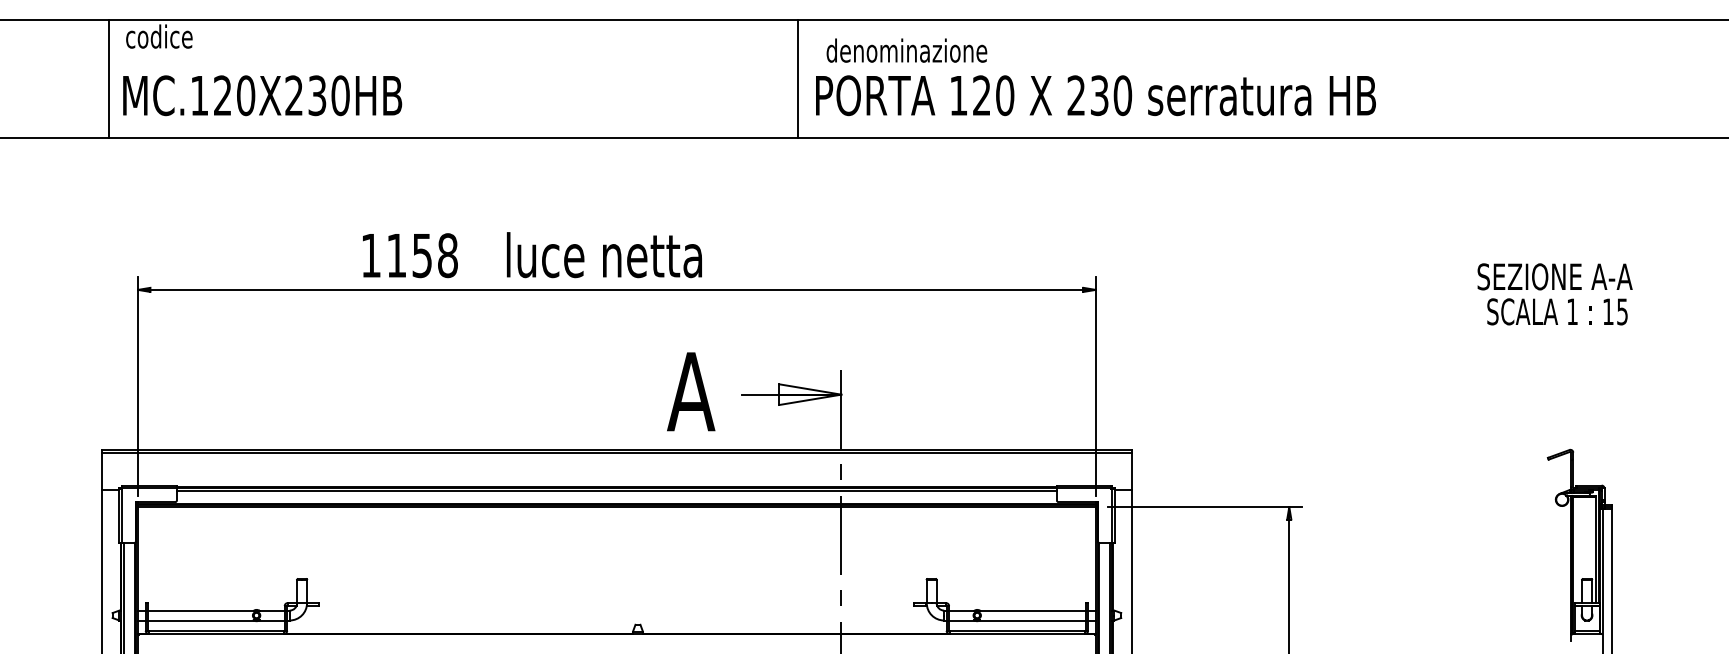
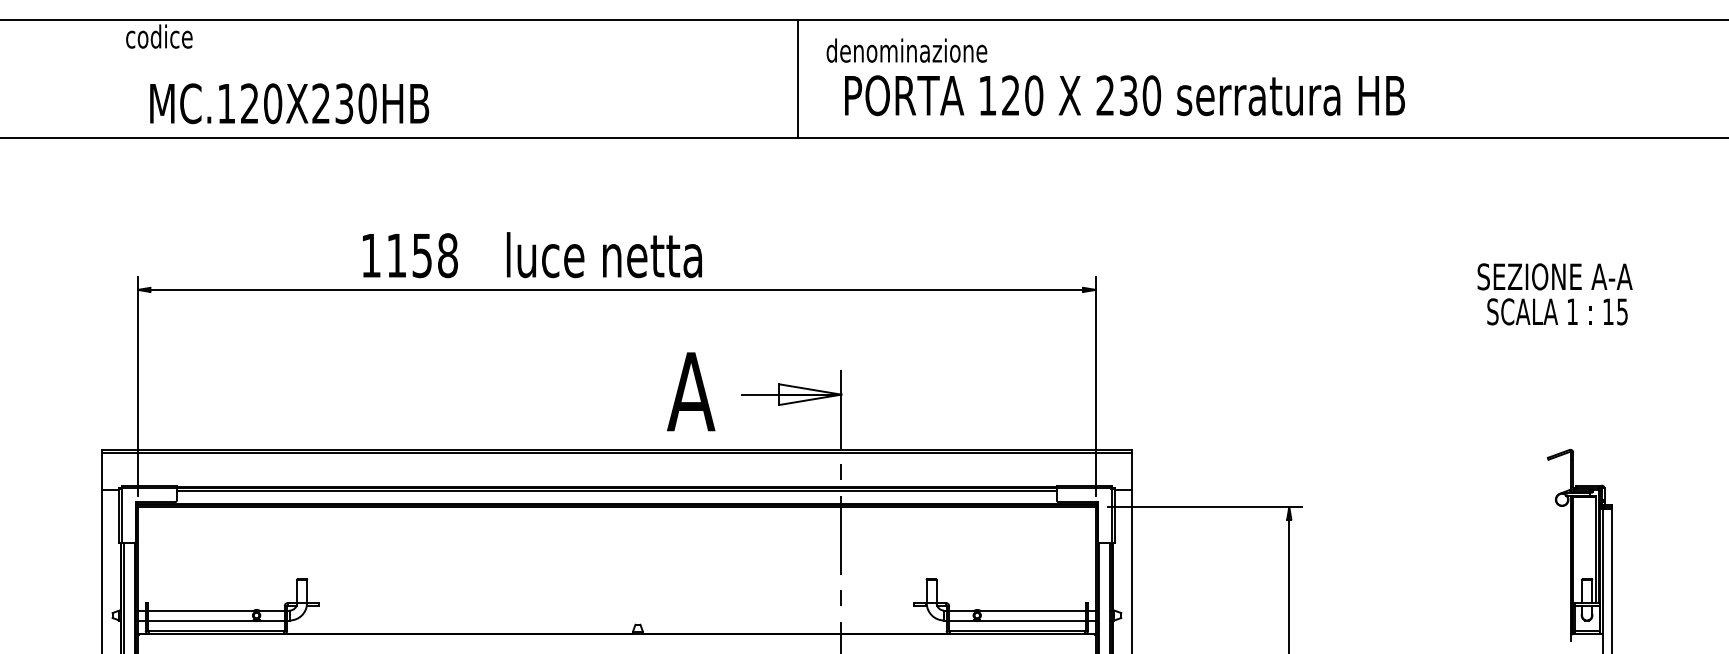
line at (109, 78): present -> none
text at (262, 95) position: (262, 95) -> (289, 103)
text at (1095, 95) position: (1095, 95) -> (1124, 95)
